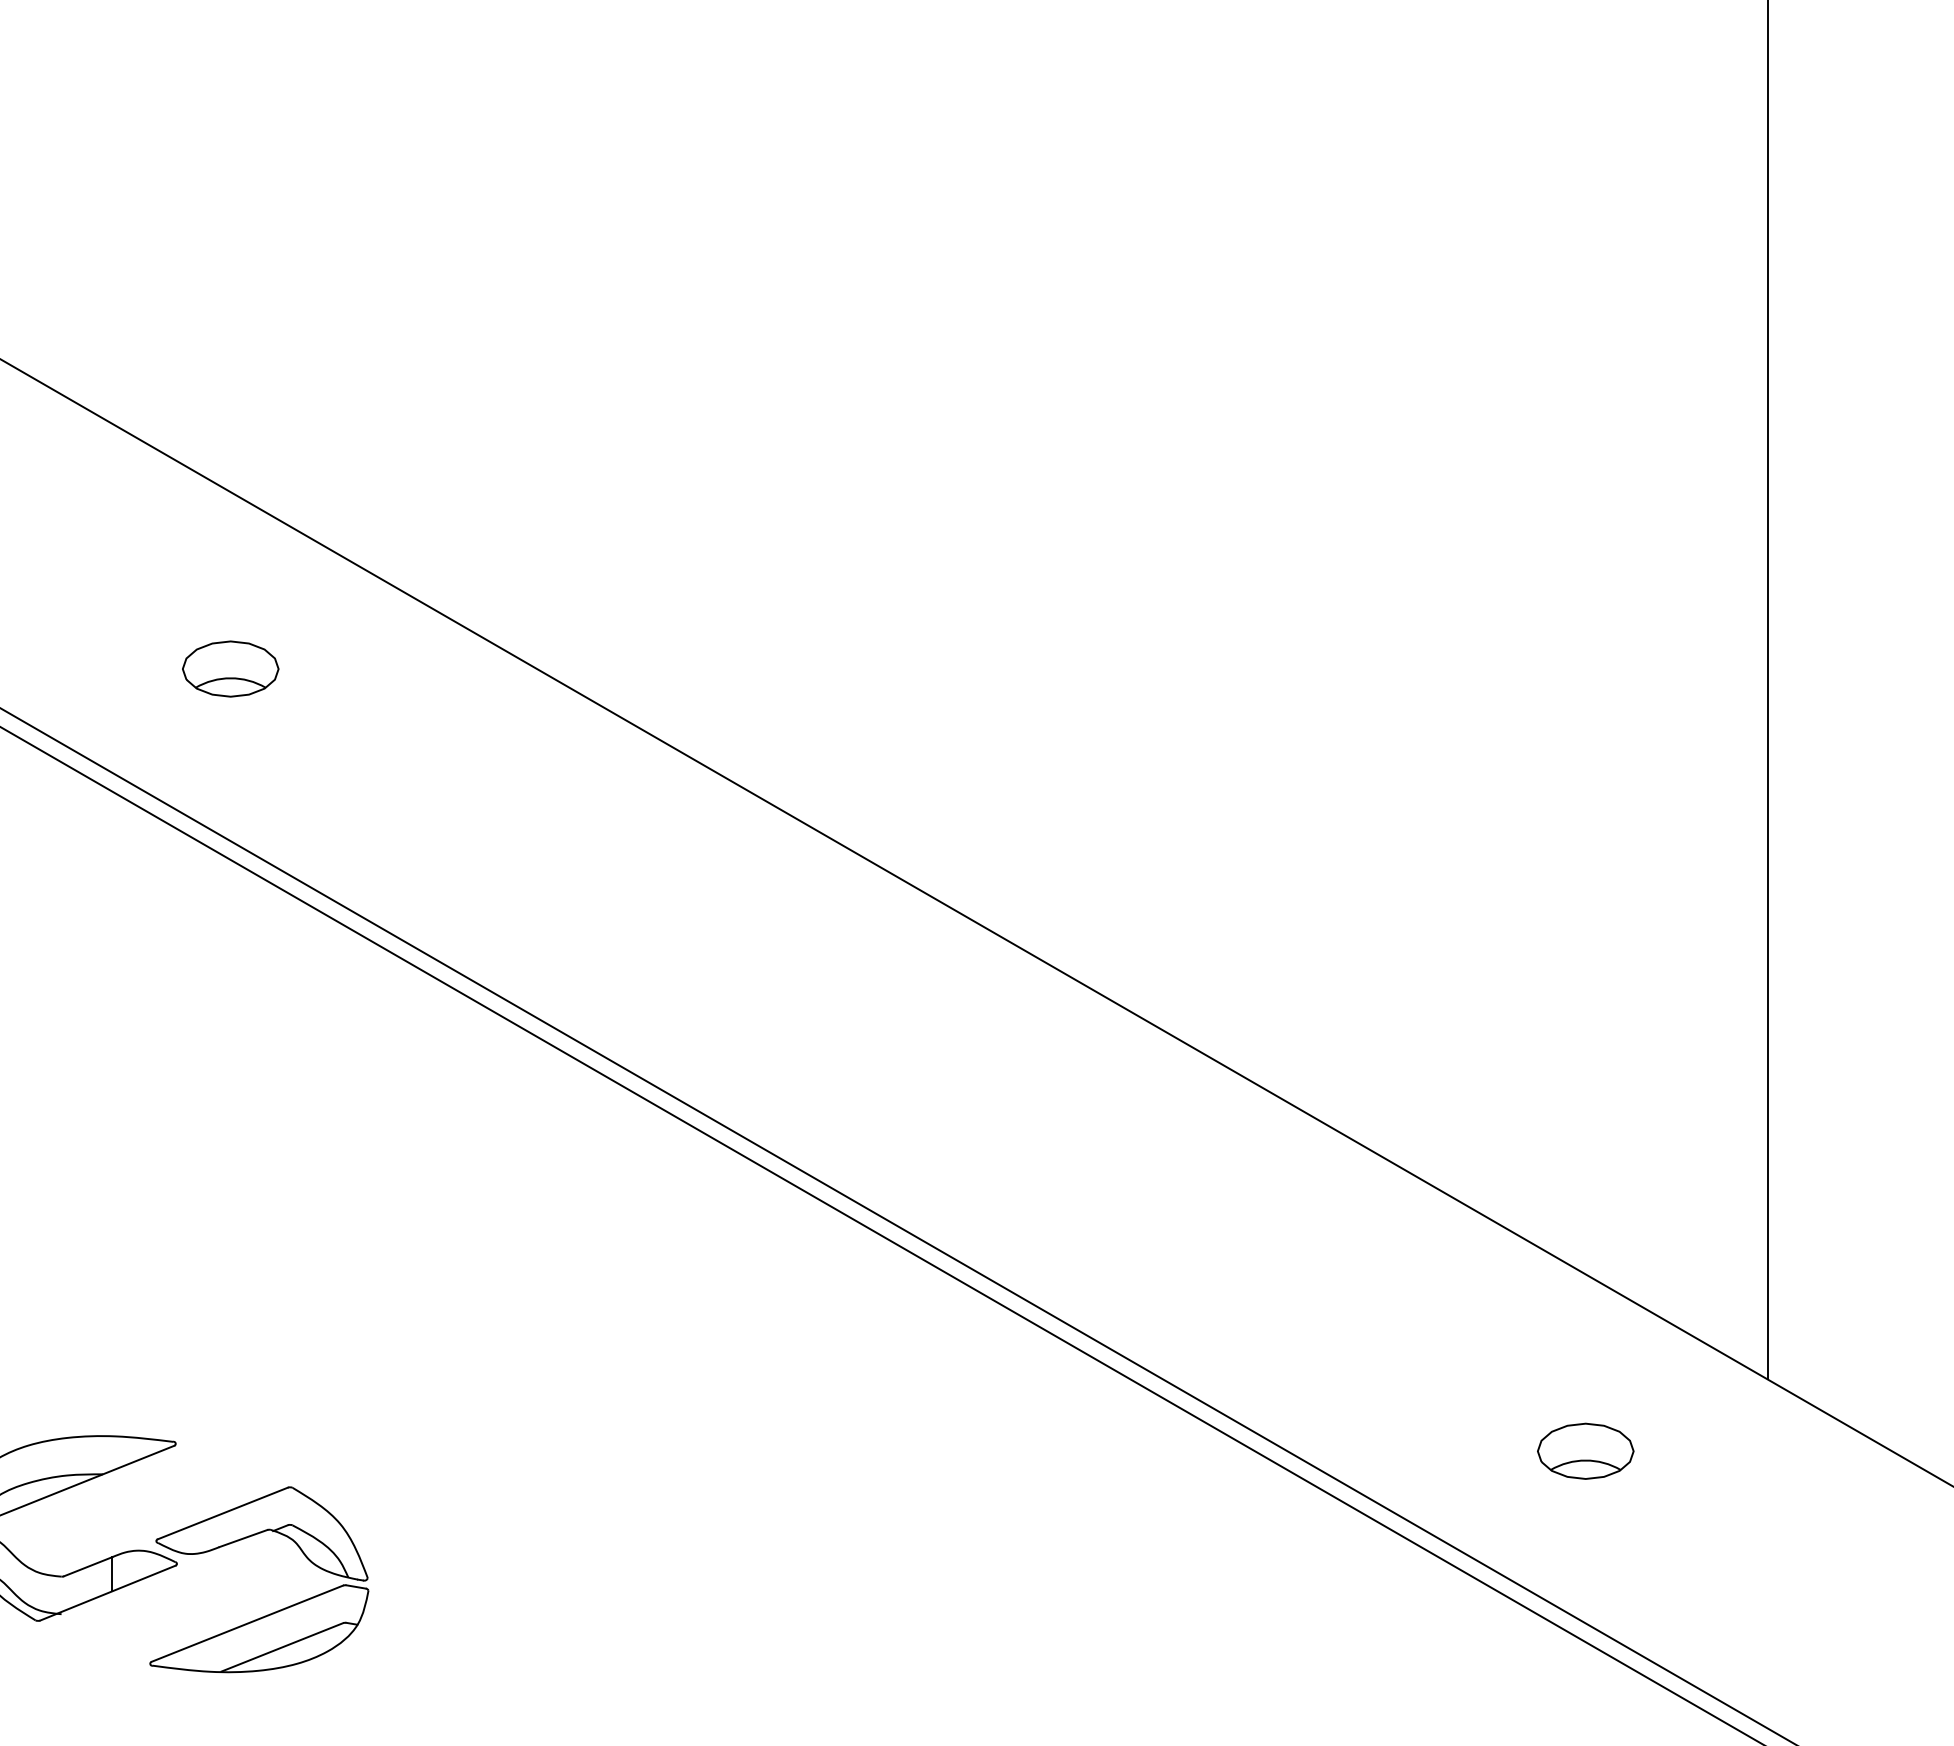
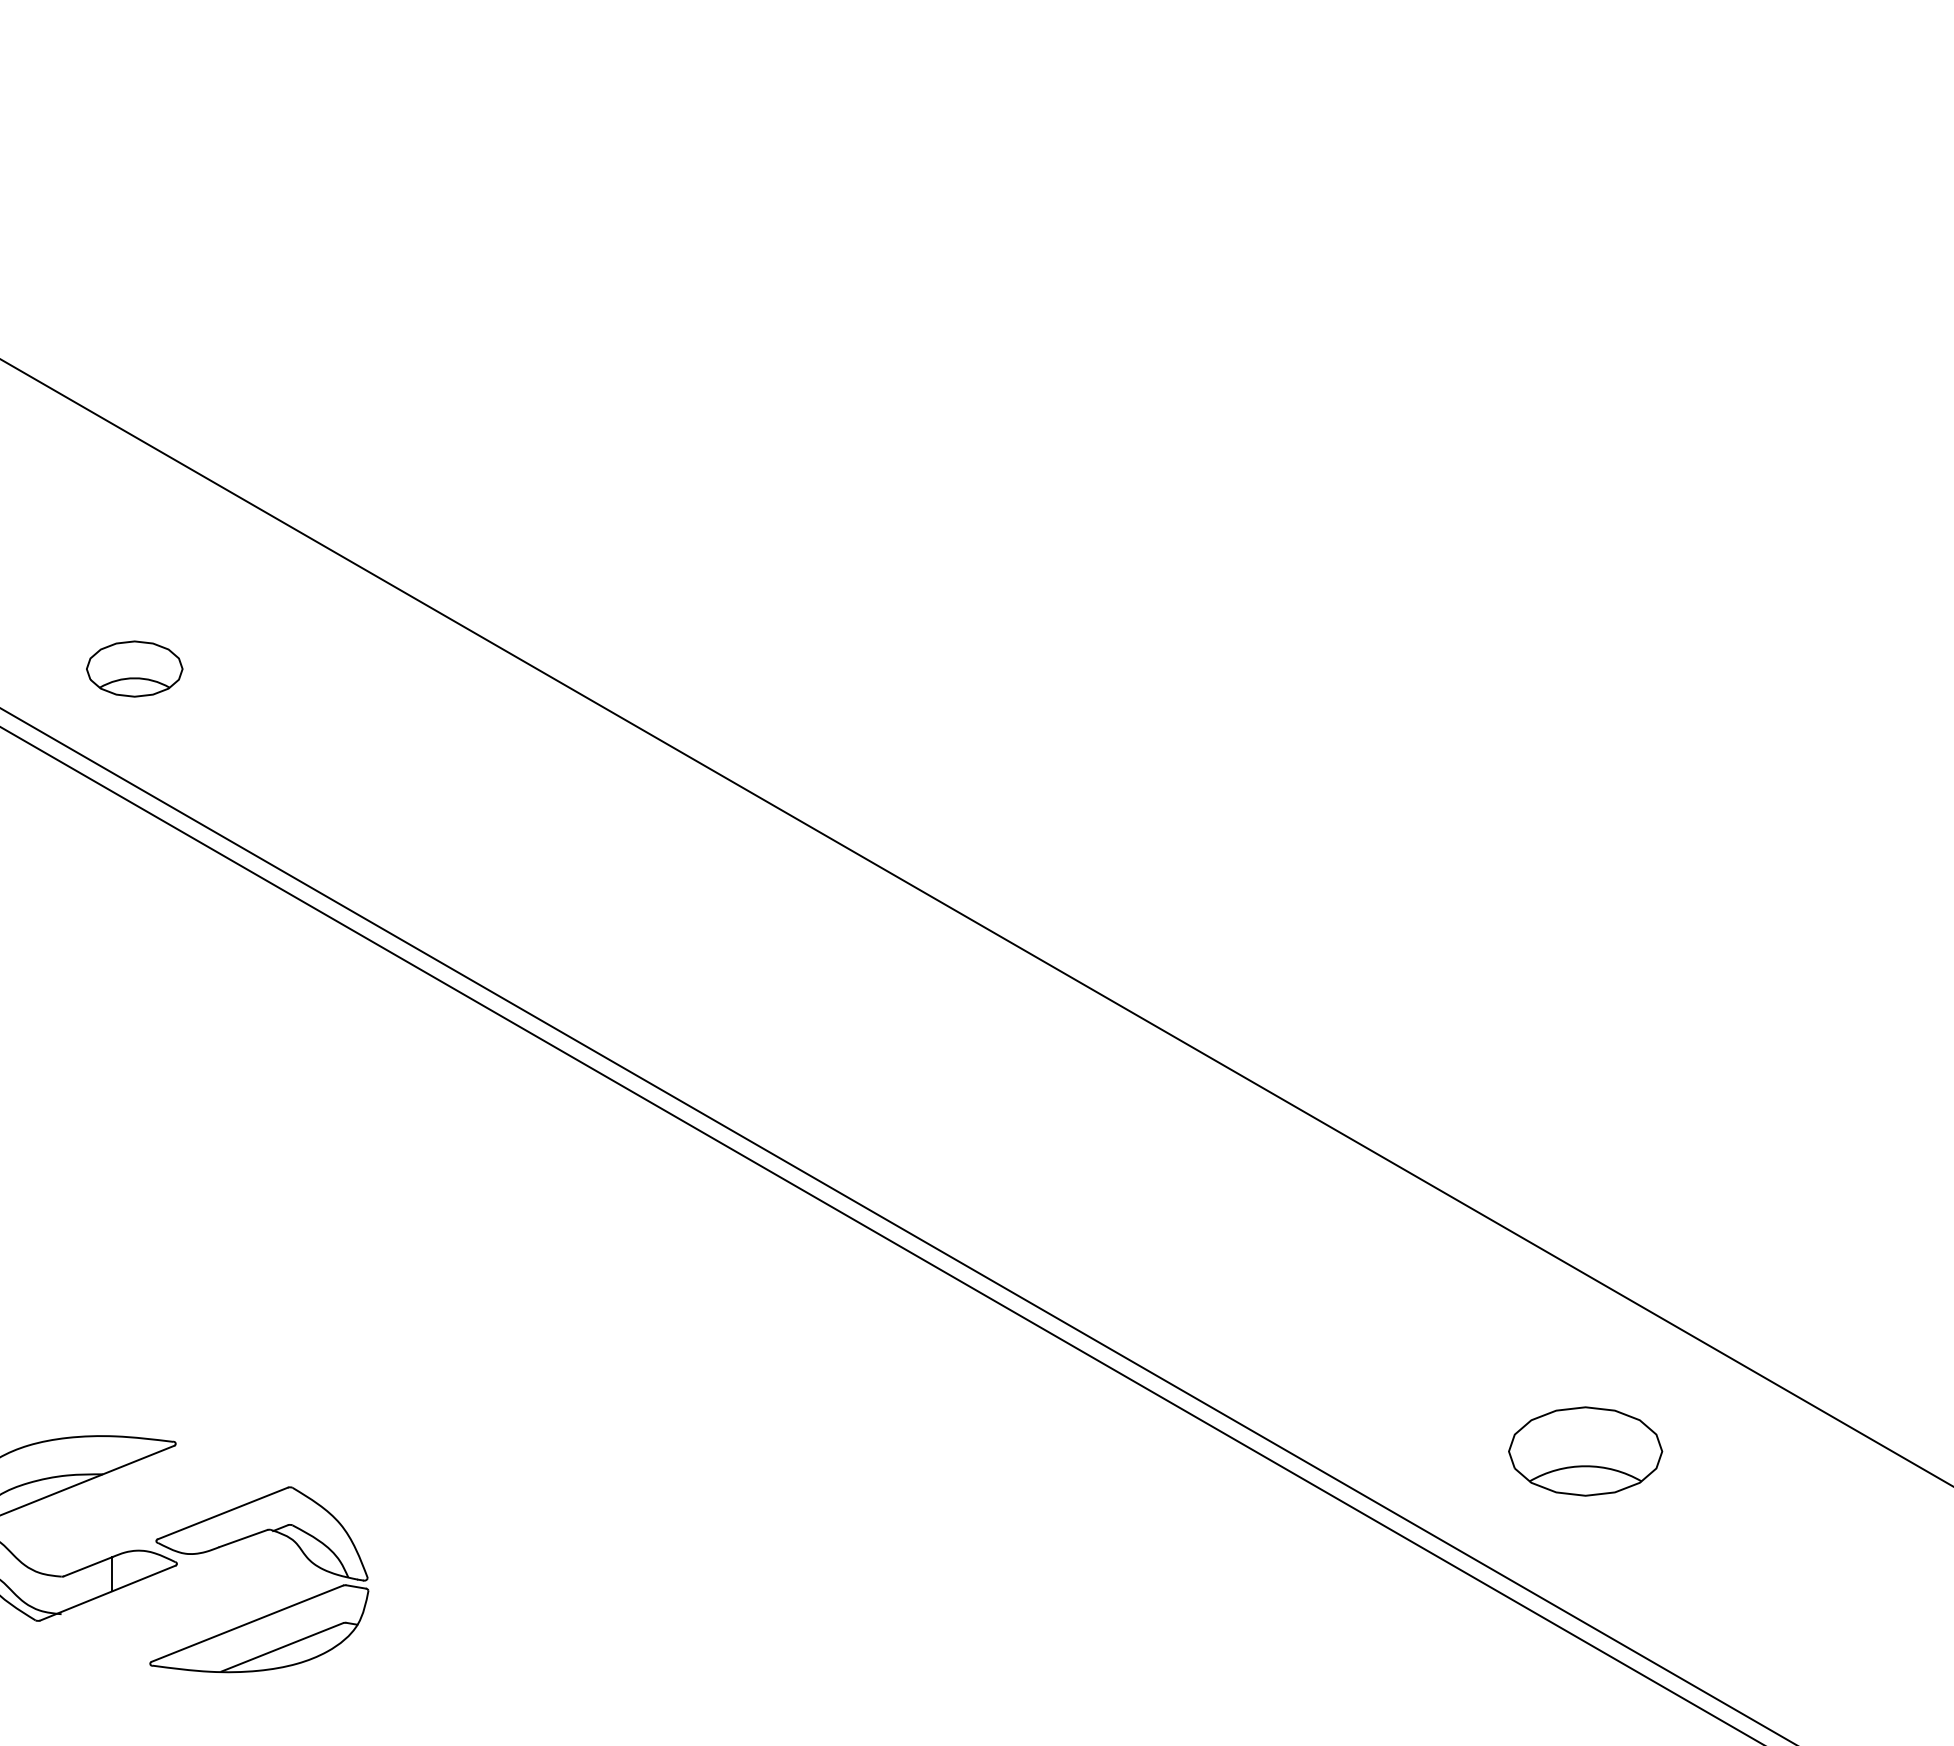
part at (230, 668) position: (230, 668) -> (134, 668)
line at (1768, 690): present -> none
part at (1585, 1450) size: 98x58 px -> 156x91 px
